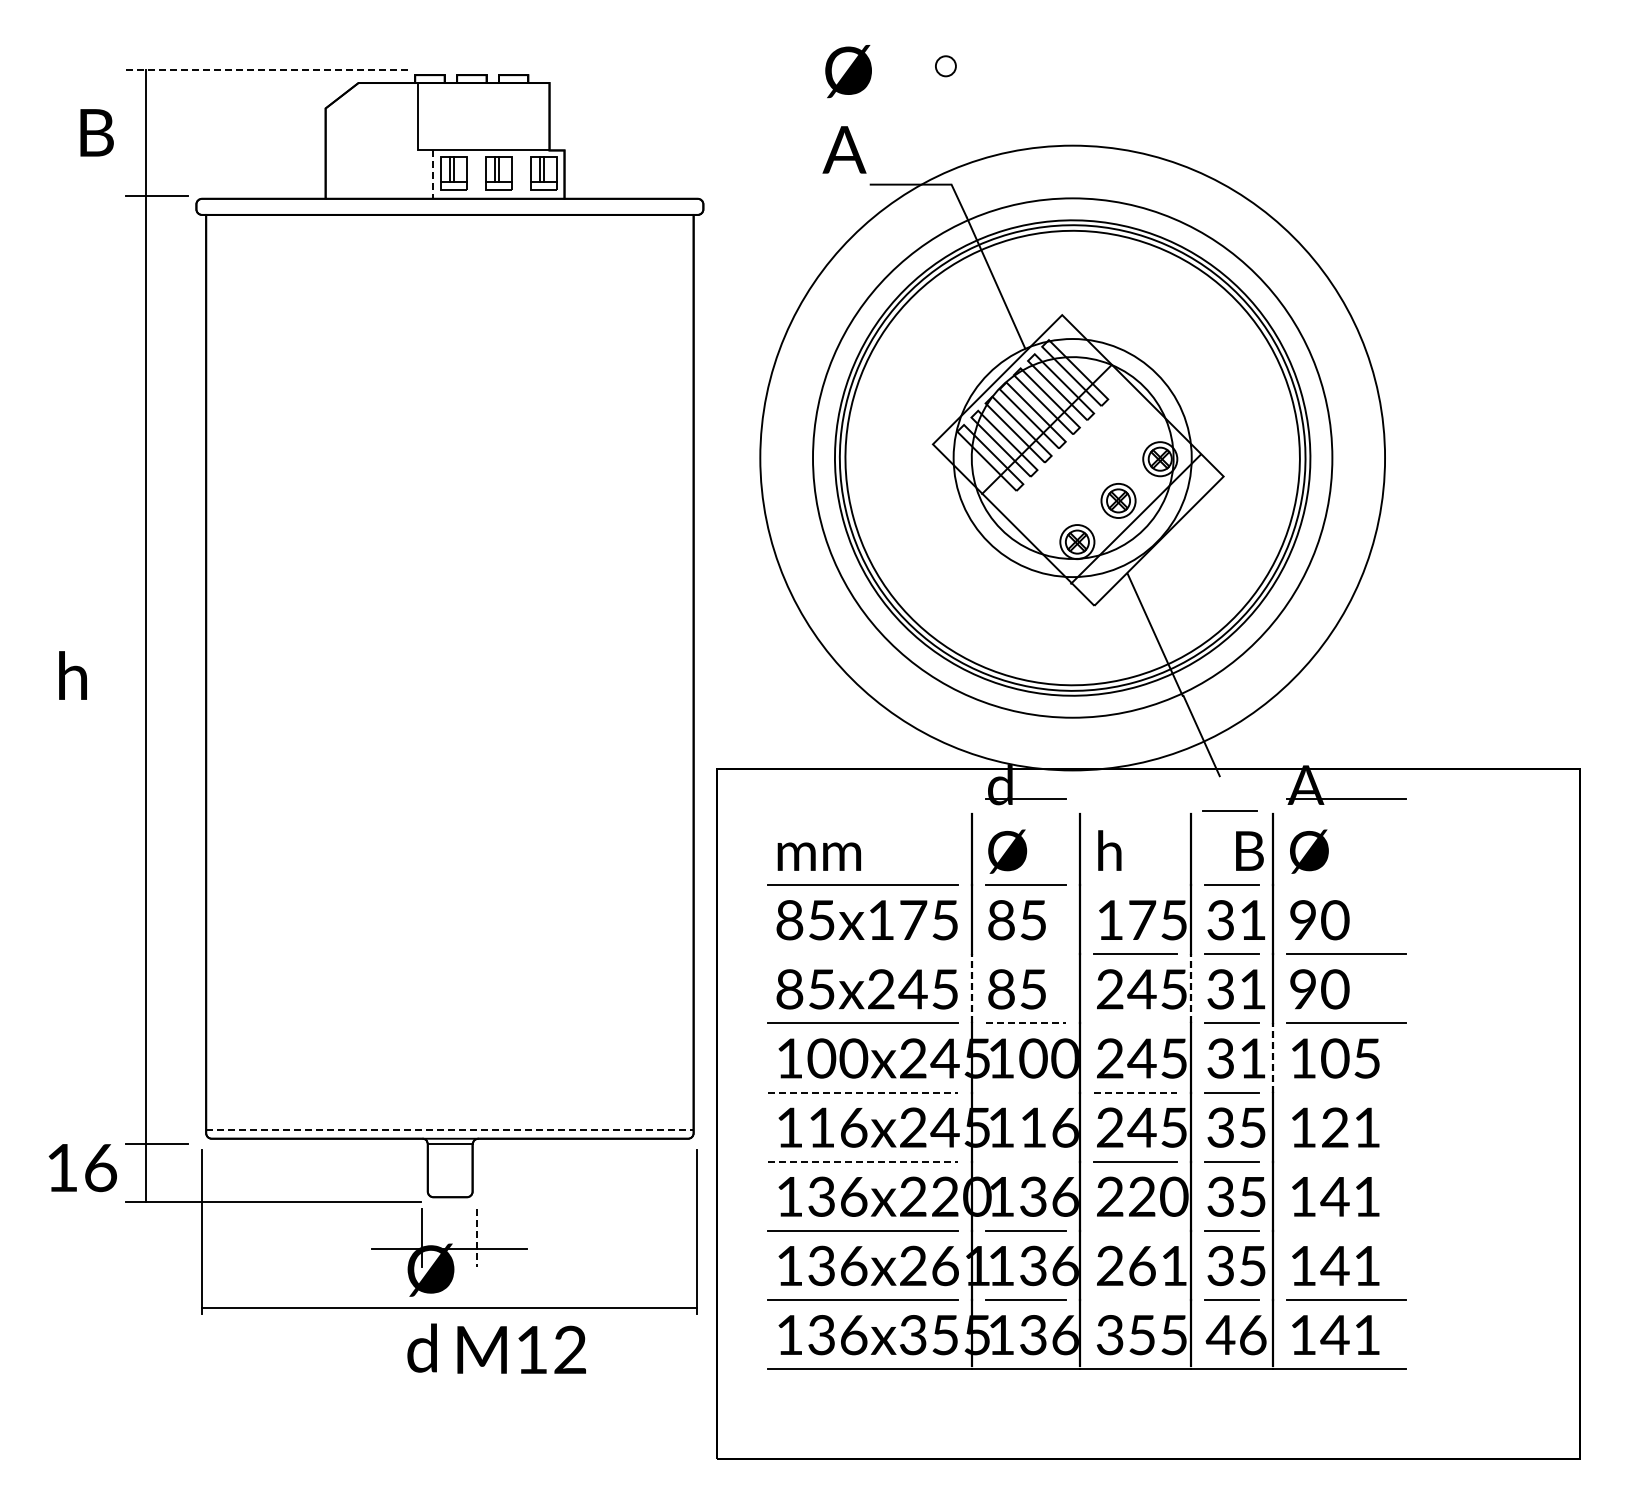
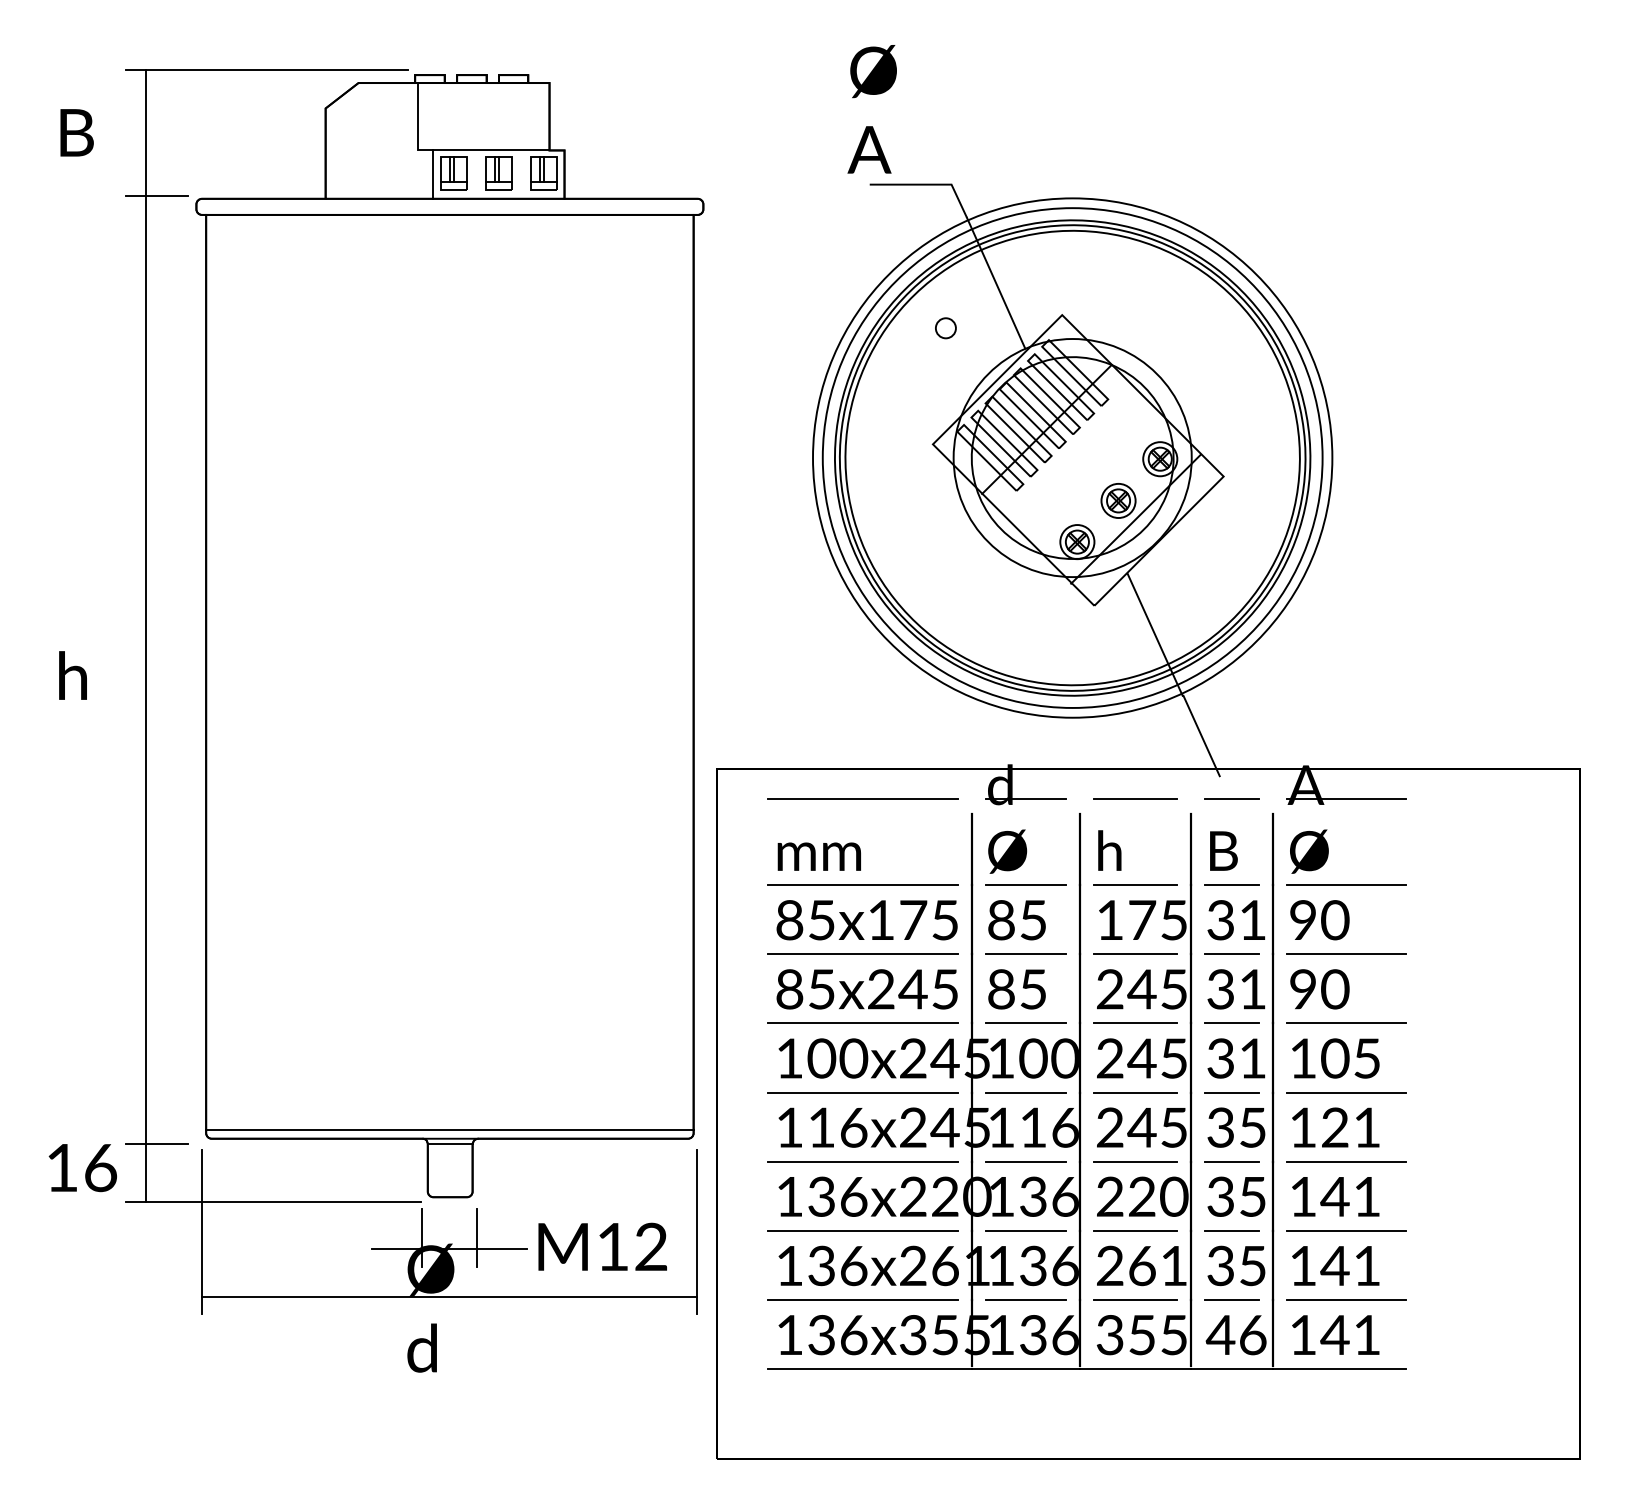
part at (945, 66) position: (945, 66) -> (945, 328)
line at (267, 69): dashed -> solid
text at (846, 109) position: (846, 109) -> (871, 109)
text at (96, 132) position: (96, 132) -> (76, 132)
line at (432, 175): dashed -> solid
circle at (1072, 457) diameter: 625 px -> 500 px
line at (1135, 798): none -> present
line at (862, 799): none -> present
line at (1229, 810) position: (1229, 810) -> (1231, 798)
text at (1249, 850) position: (1249, 850) -> (1223, 850)
line at (1135, 885): none -> present
line at (1346, 885): none -> present
line at (862, 954): none -> present
line at (1025, 954): none -> present
line at (971, 988): dashed -> solid
line at (1191, 988): dashed -> solid
line at (1026, 1023): dashed -> solid
line at (1135, 1023): none -> present
line at (1273, 1058): dashed -> solid
line at (863, 1092): dashed -> solid
line at (1025, 1092): none -> present
line at (1136, 1092): dashed -> solid
line at (1346, 1092): none -> present
line at (449, 1130): dashed -> solid
line at (863, 1161): dashed -> solid
line at (1025, 1161): none -> present
line at (1346, 1161): none -> present
line at (1135, 1230): none -> present
line at (1346, 1230): none -> present
line at (476, 1238): dashed -> solid
line at (1135, 1300): none -> present
line at (449, 1308) position: (449, 1308) -> (449, 1297)
text at (521, 1349) position: (521, 1349) -> (602, 1246)
